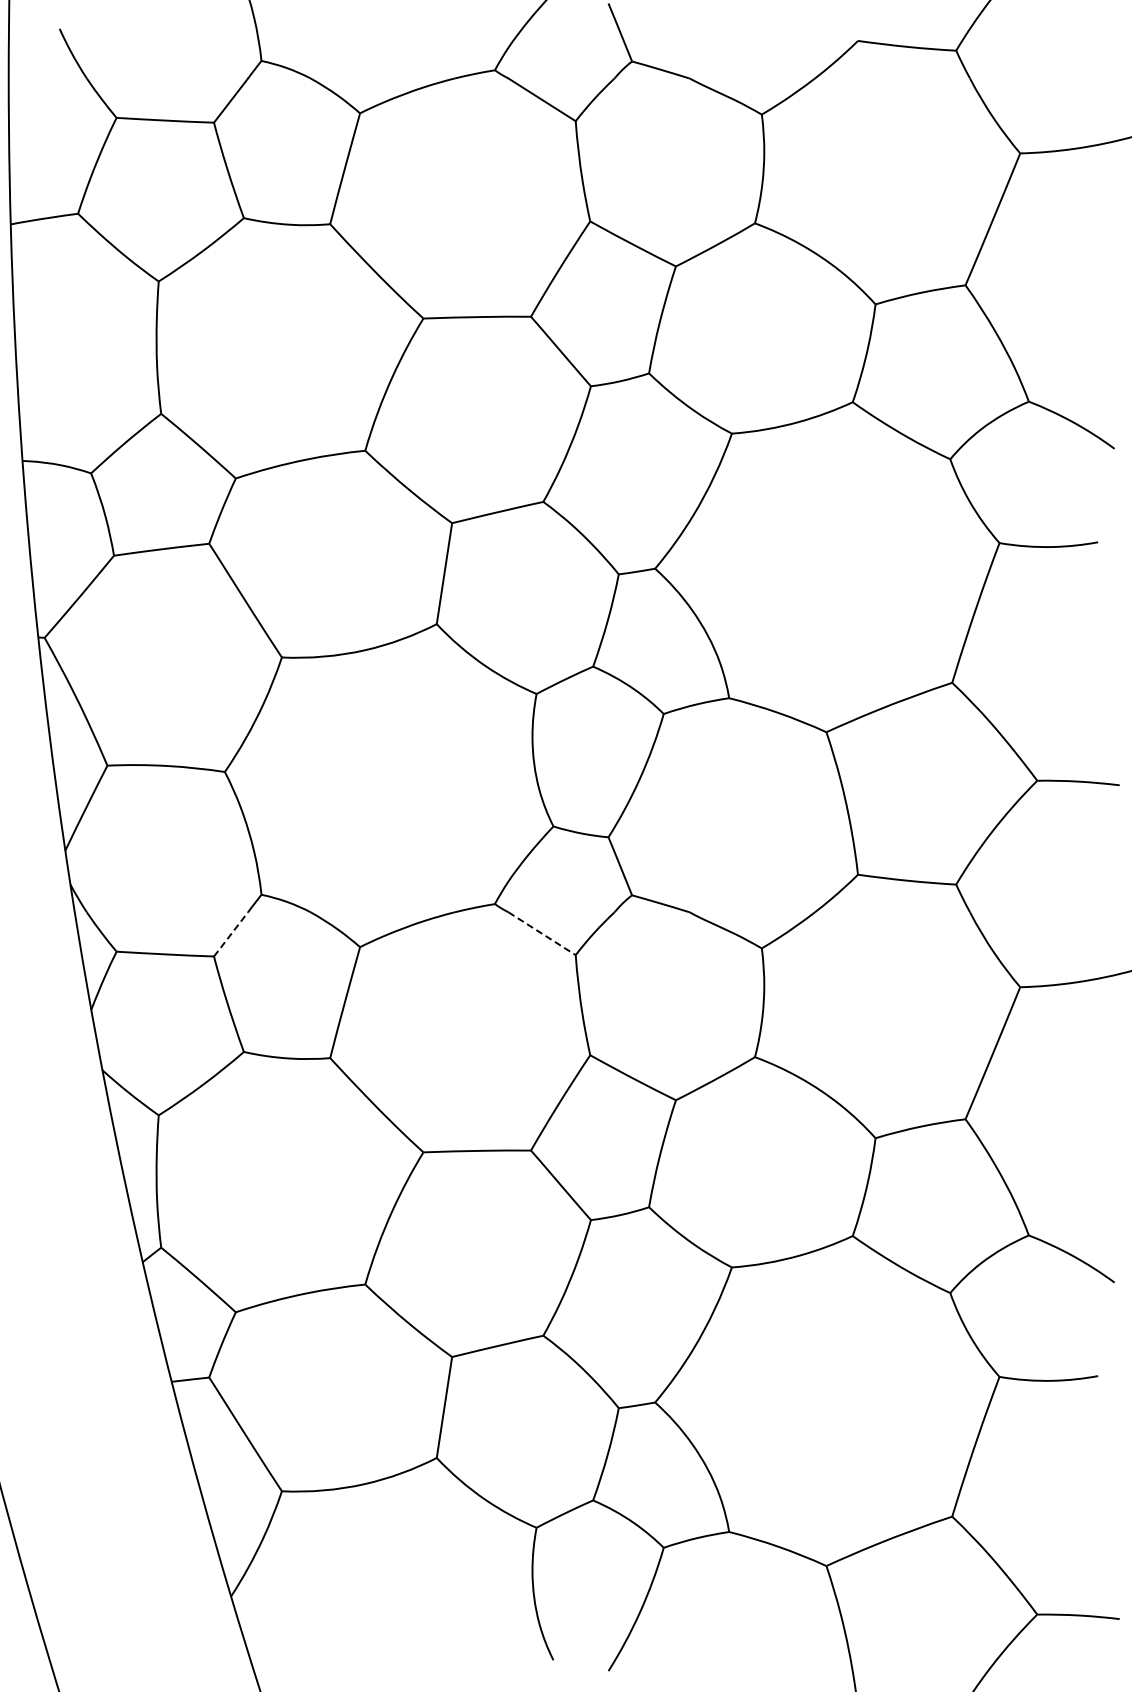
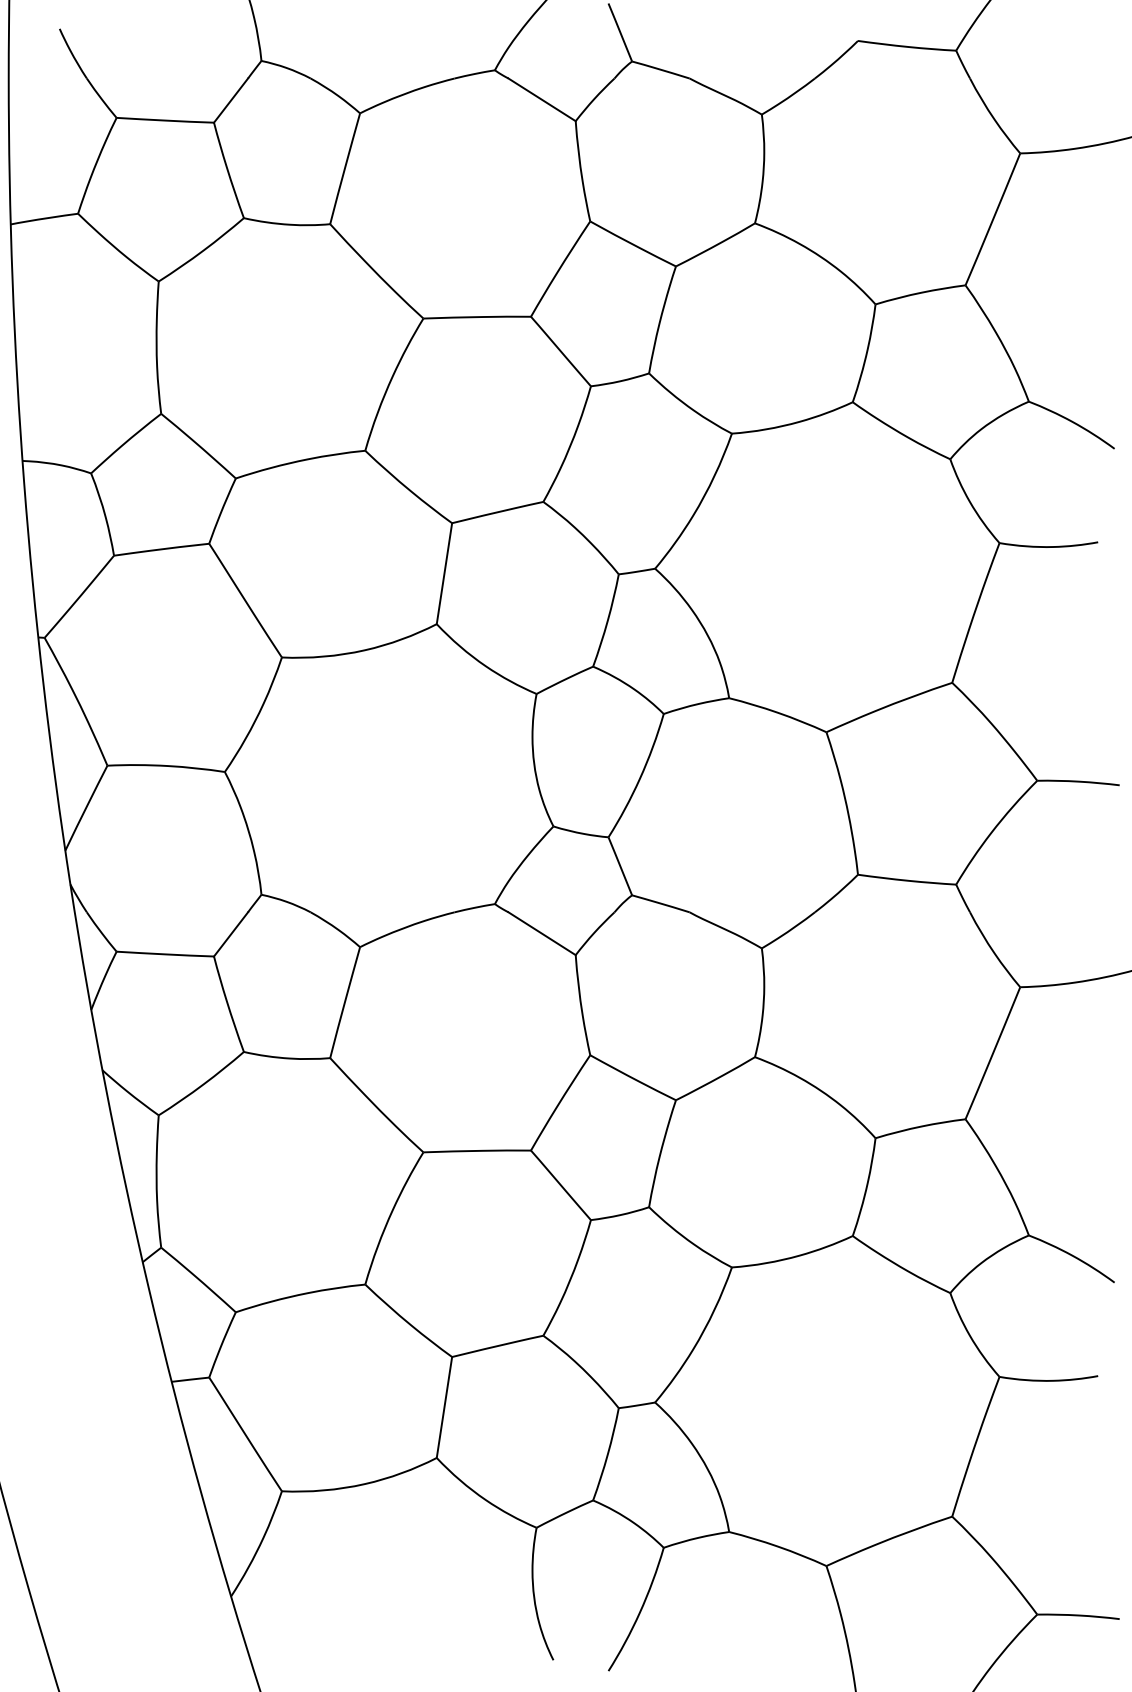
line at (542, 933): dashed -> solid
line at (231, 934): dashed -> solid
